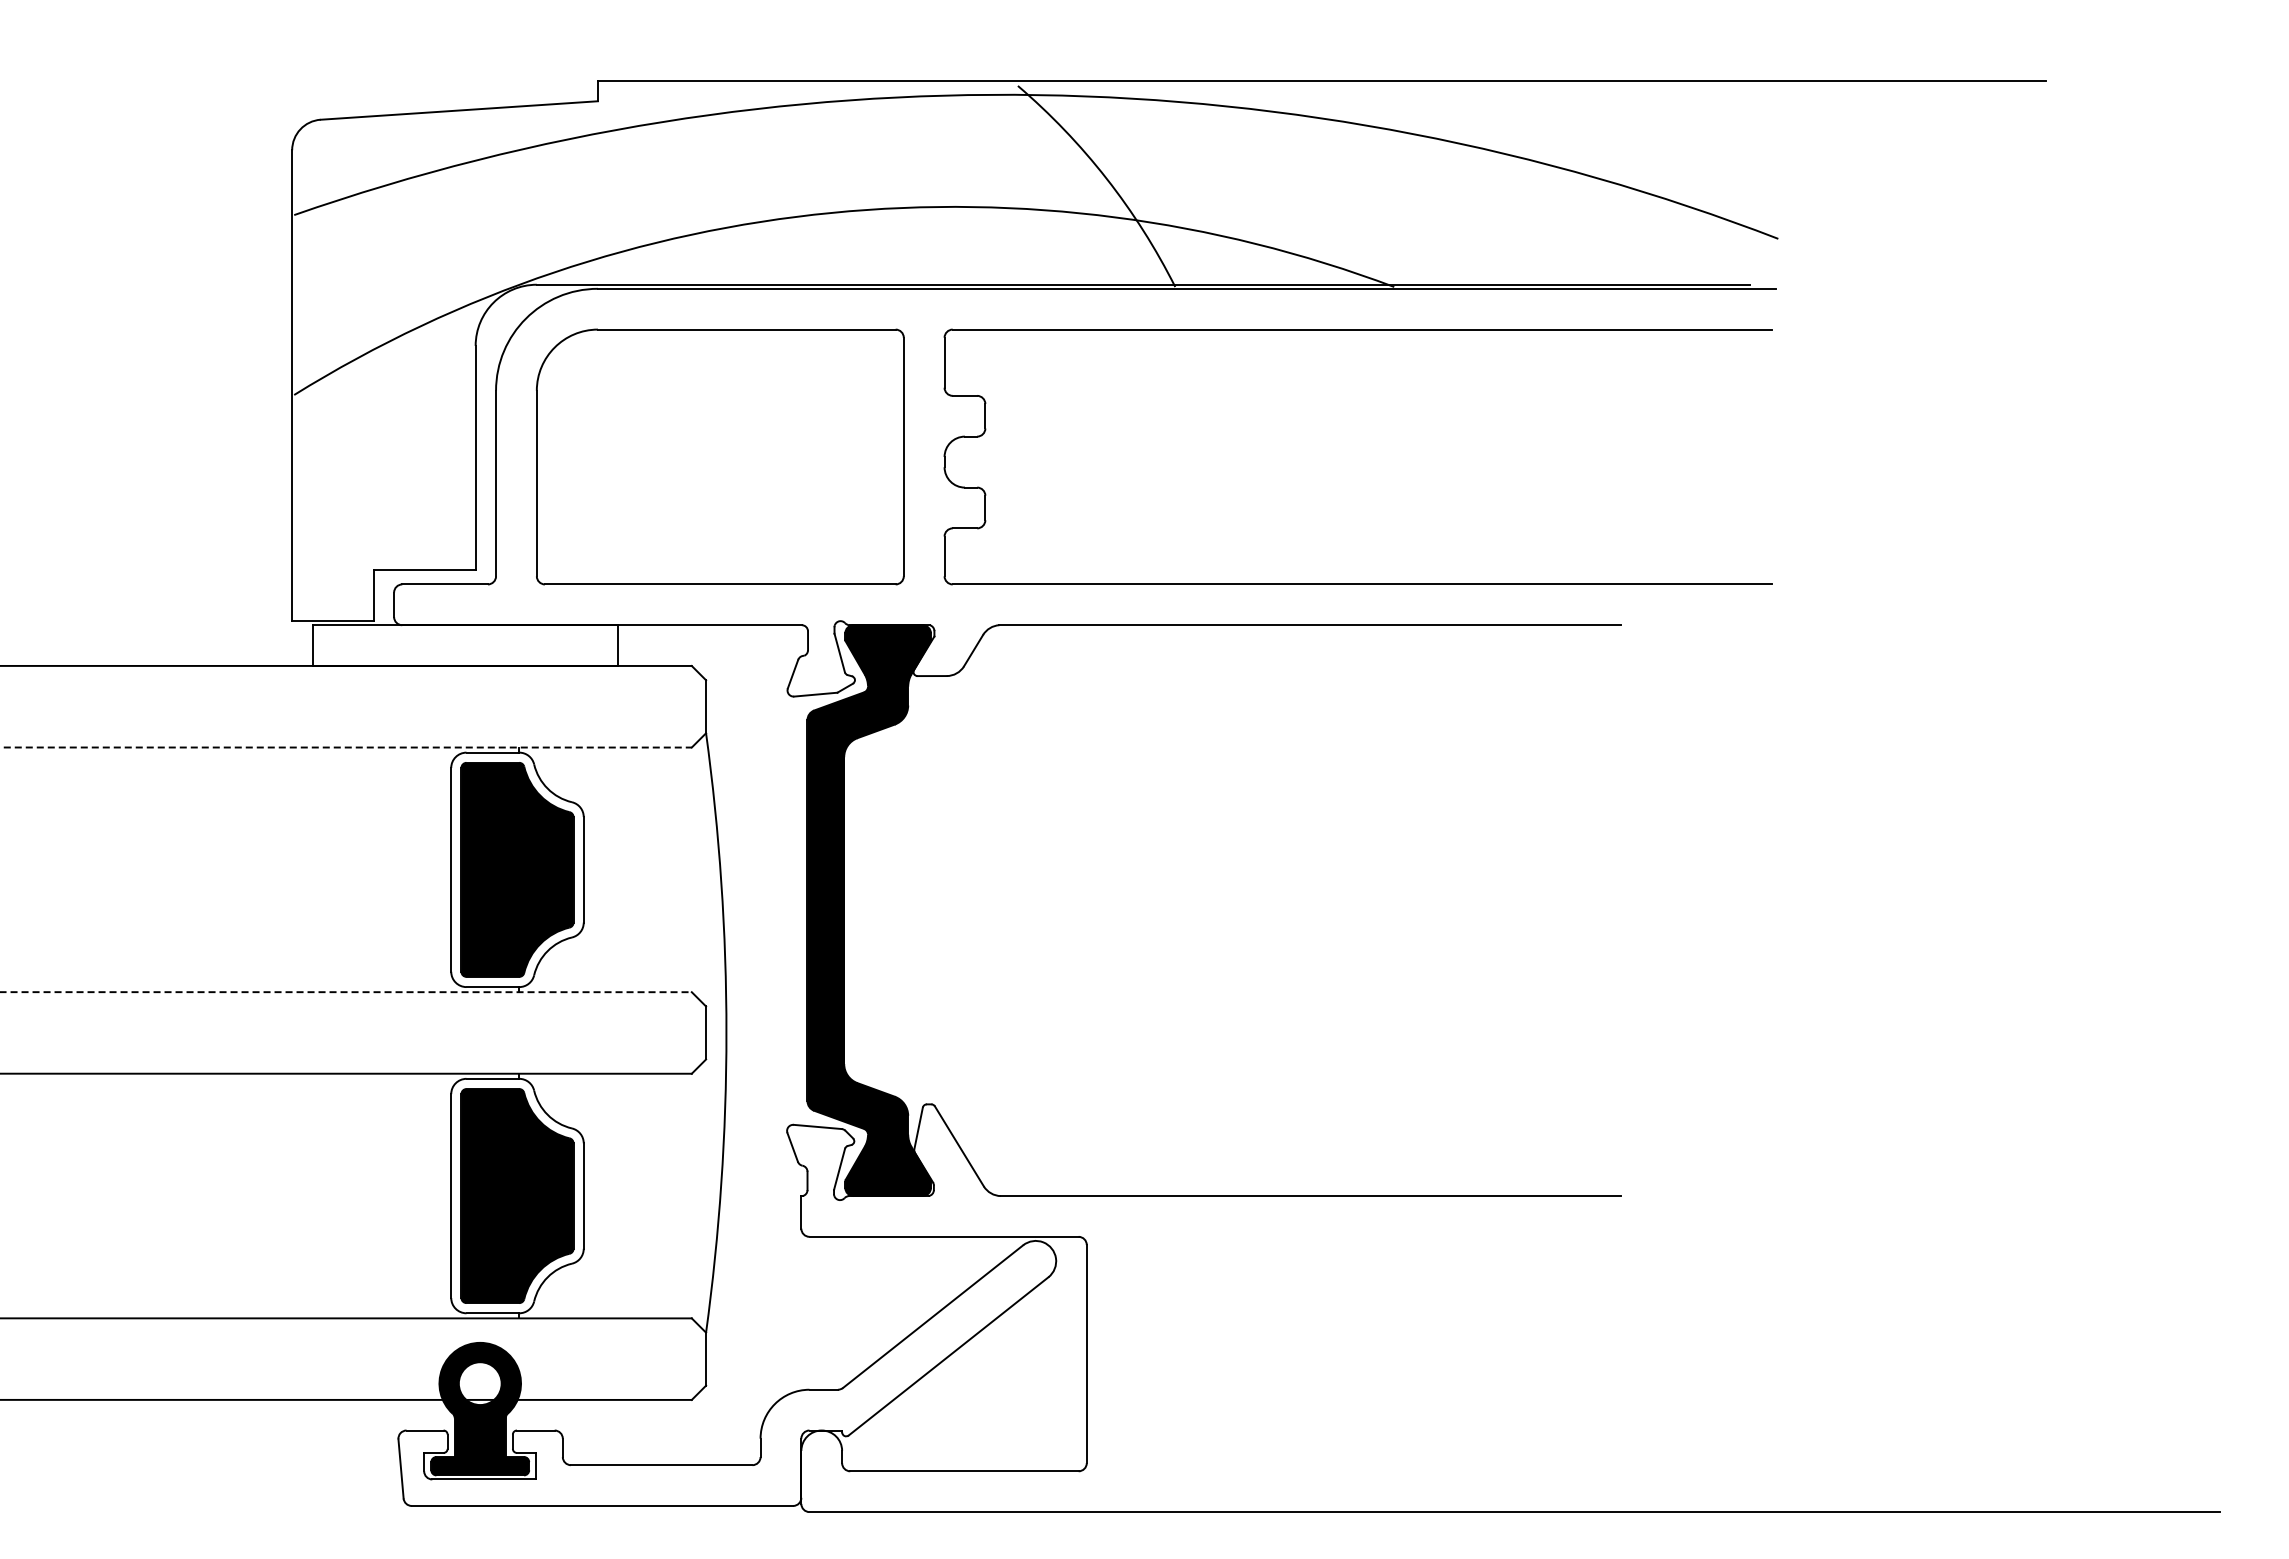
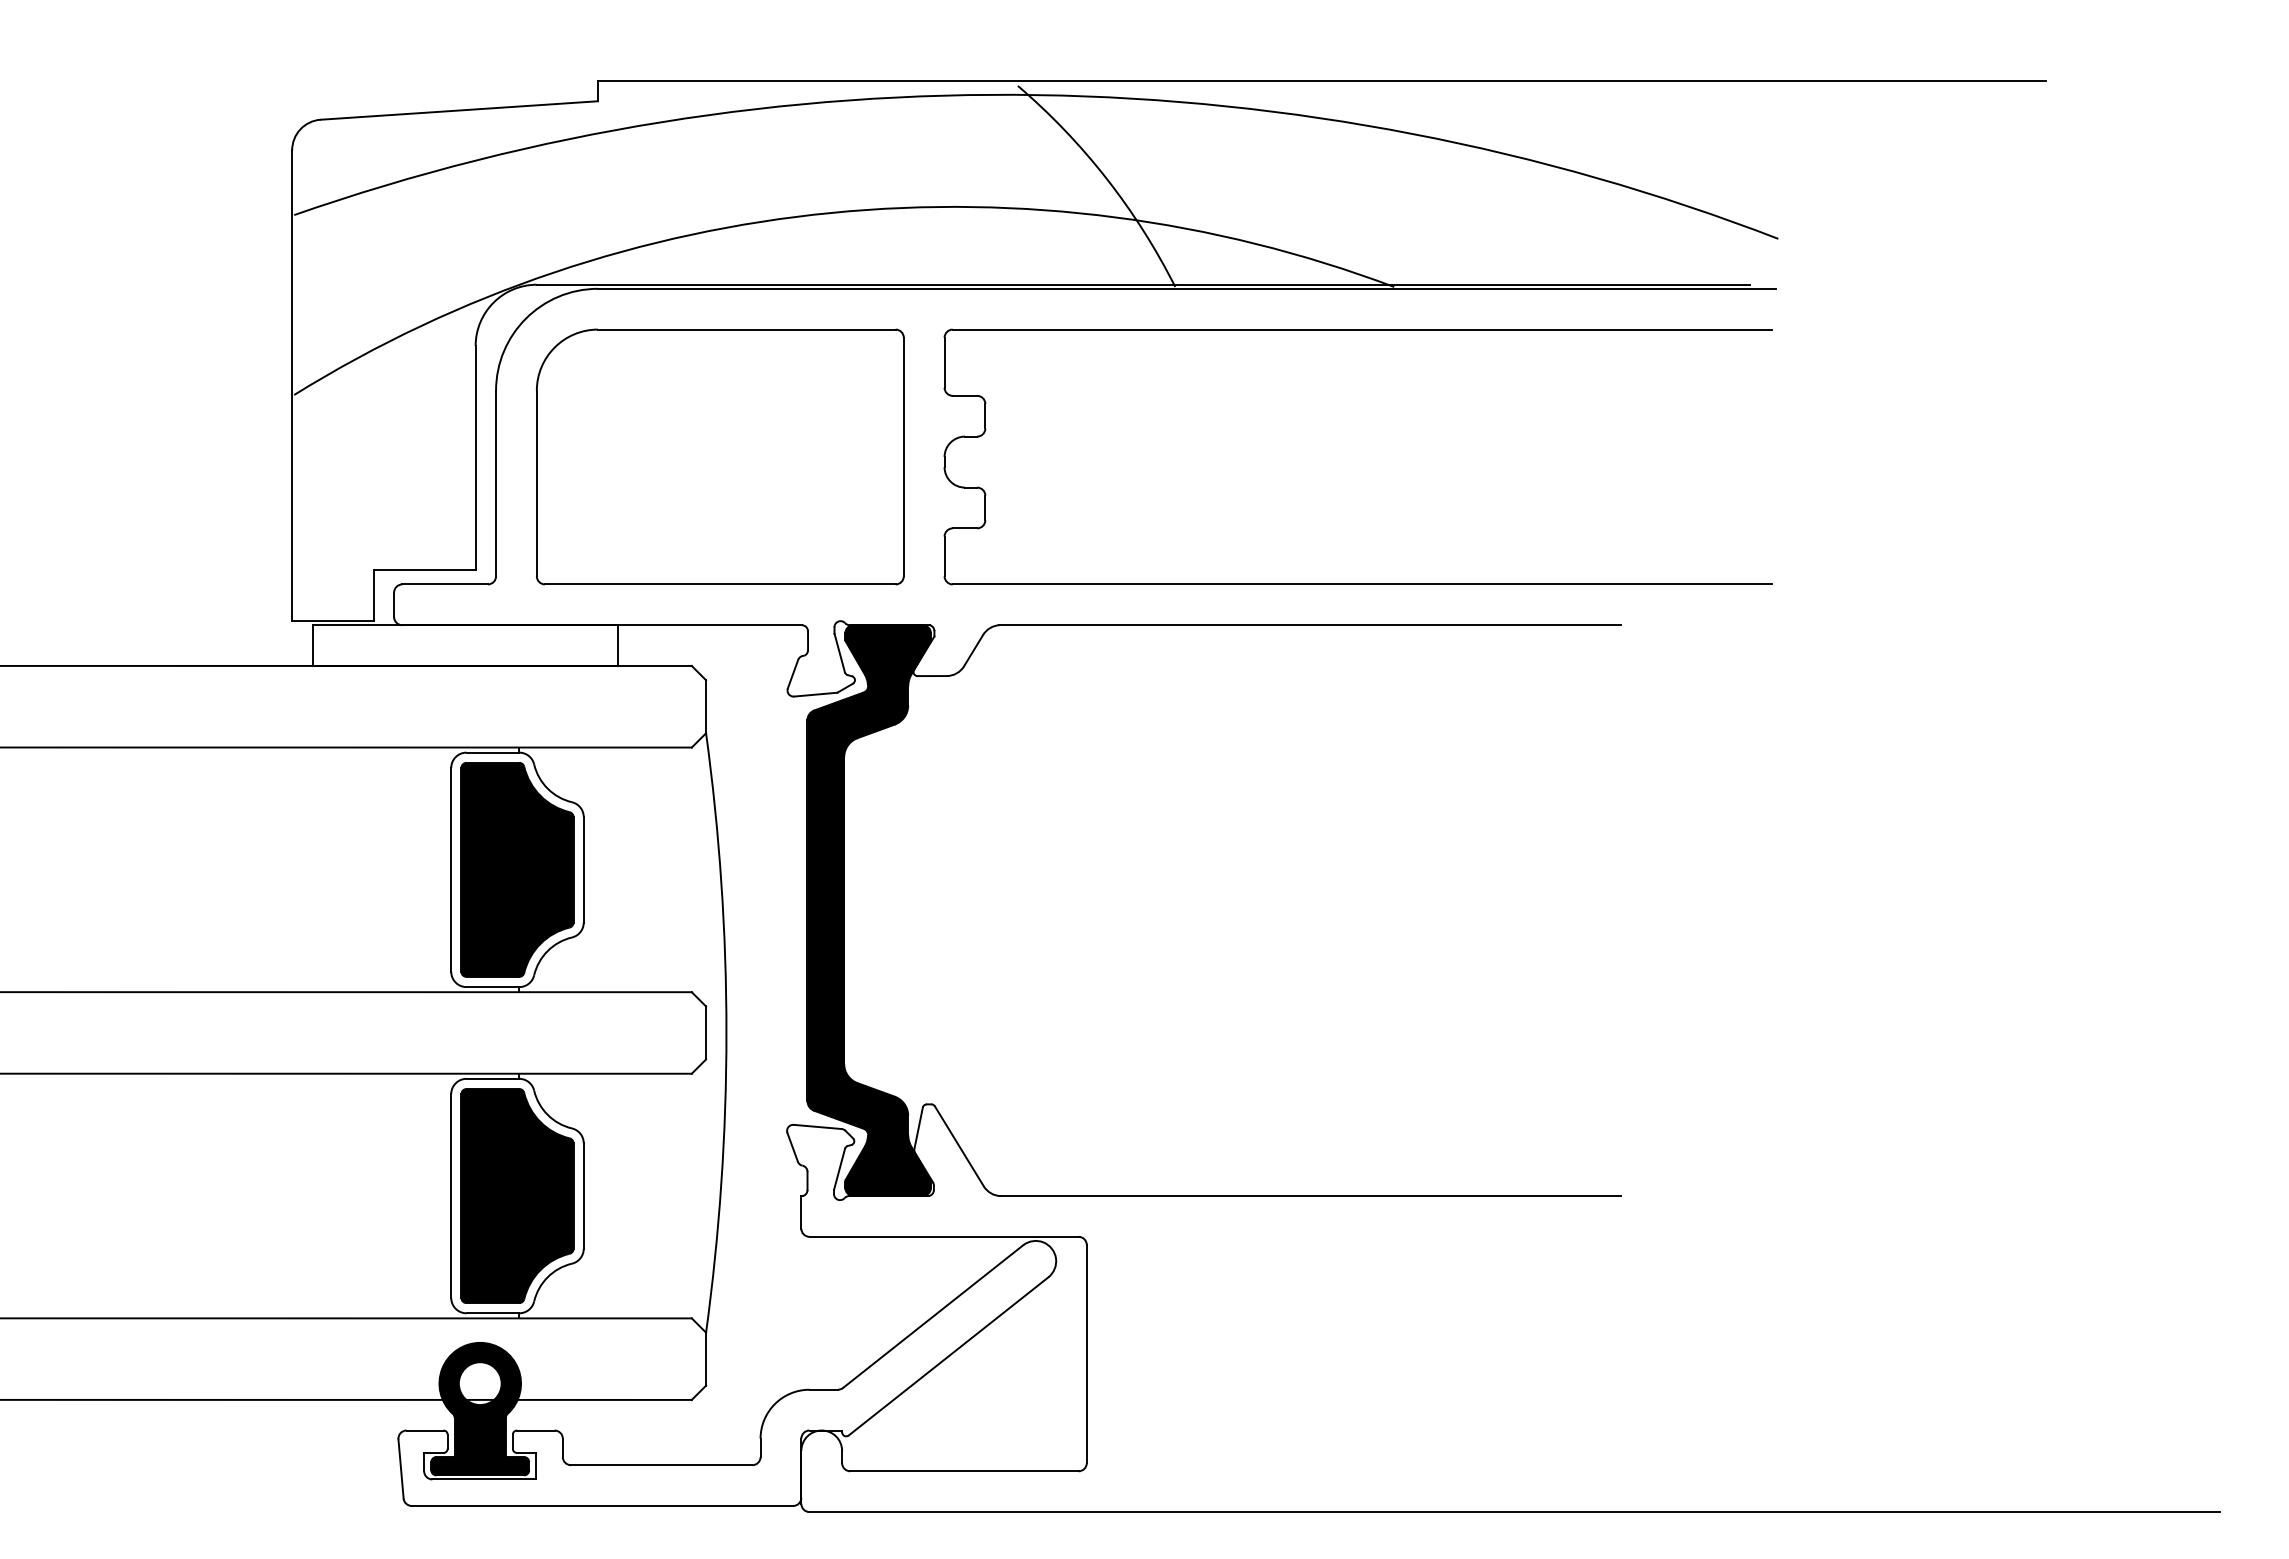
line at (345, 747): dashed -> solid
line at (346, 992): dashed -> solid
